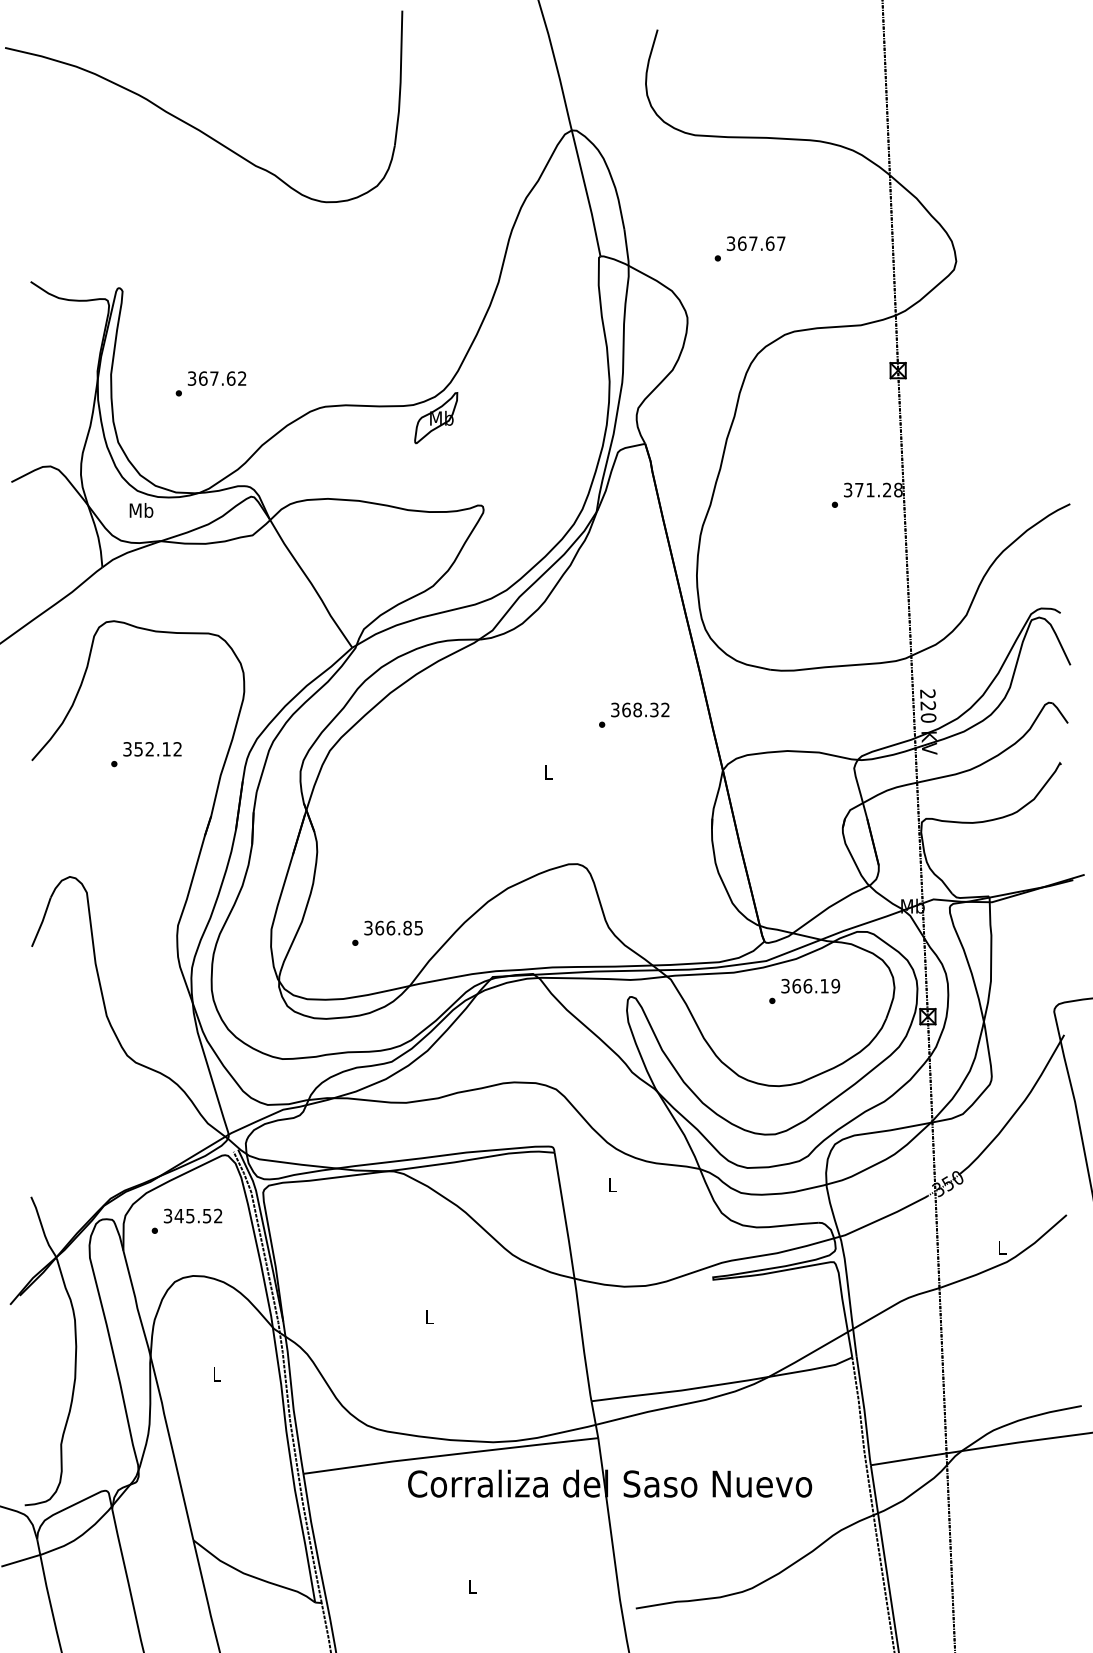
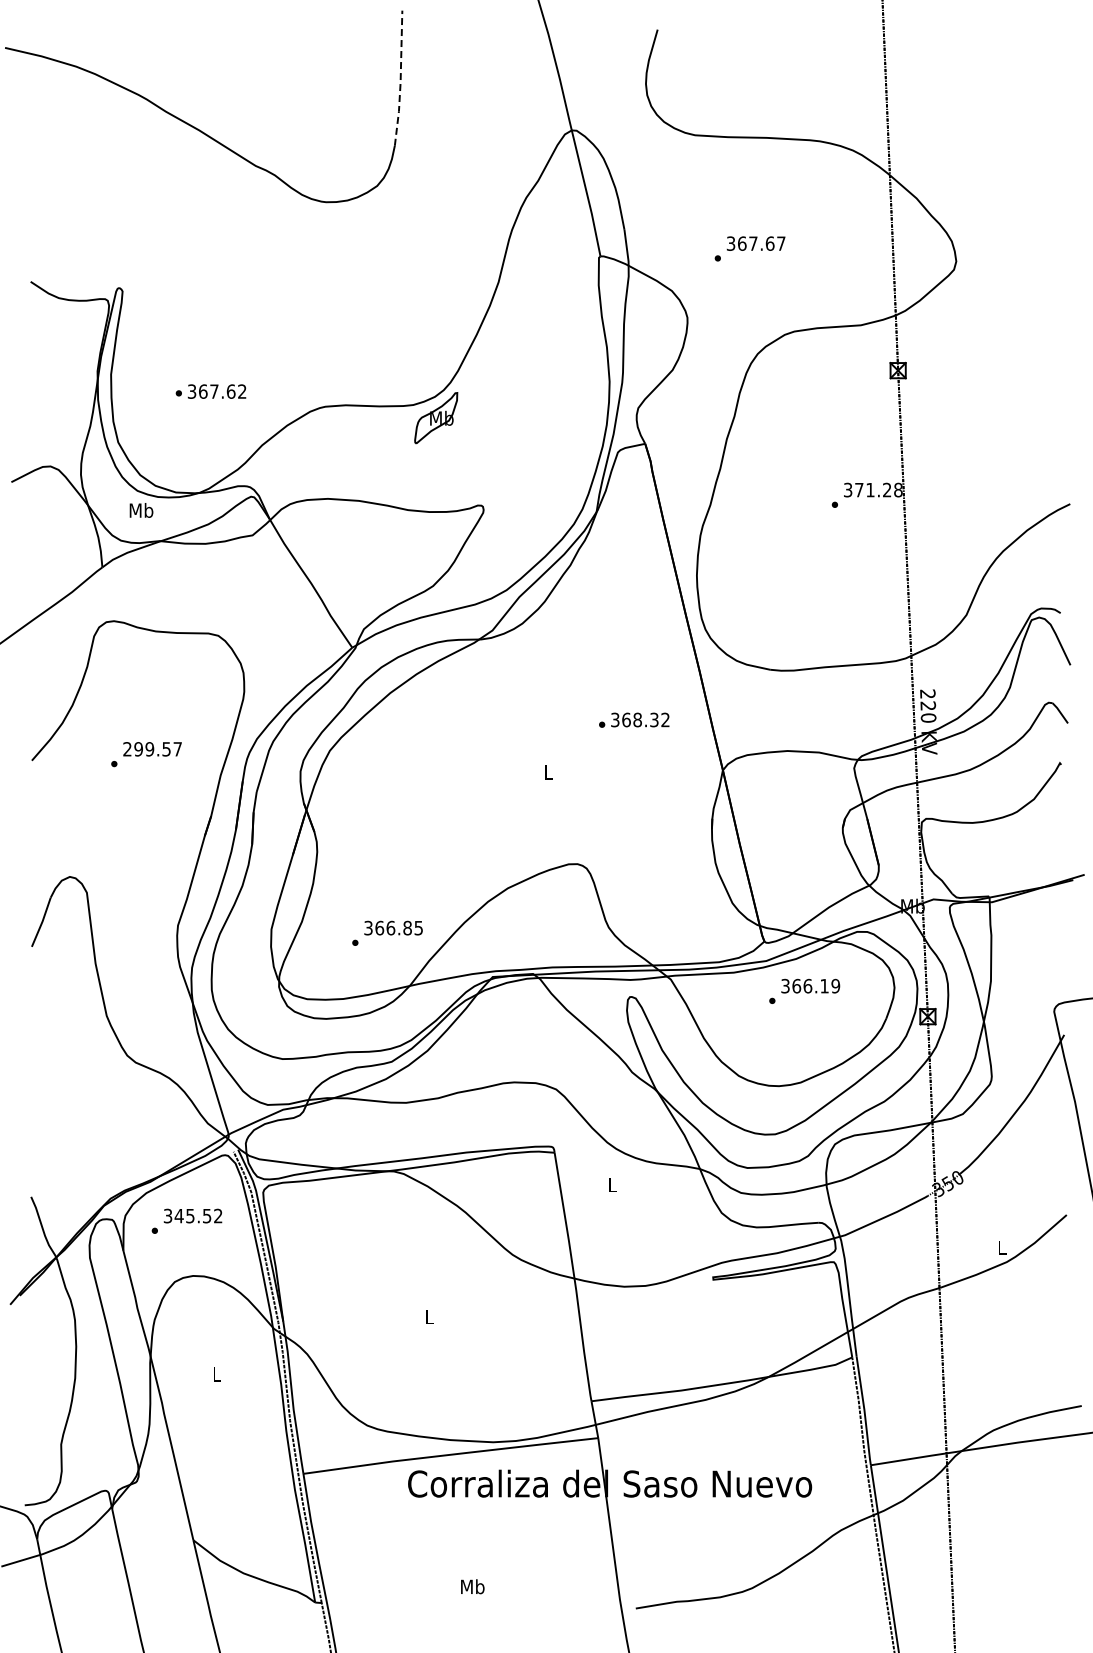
line at (400, 79): solid -> dashed
text at (216, 378) position: (216, 378) -> (216, 391)
text at (640, 709) position: (640, 709) -> (640, 719)
text at (152, 749): 352.12 -> 299.57
text at (472, 1586): L -> Mb
